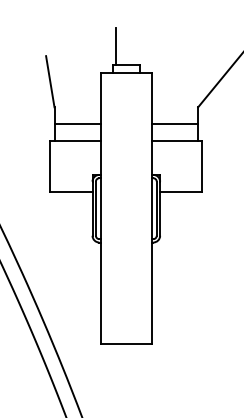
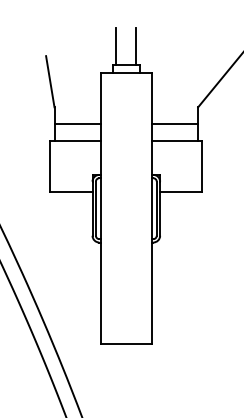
line at (136, 46): none -> present
